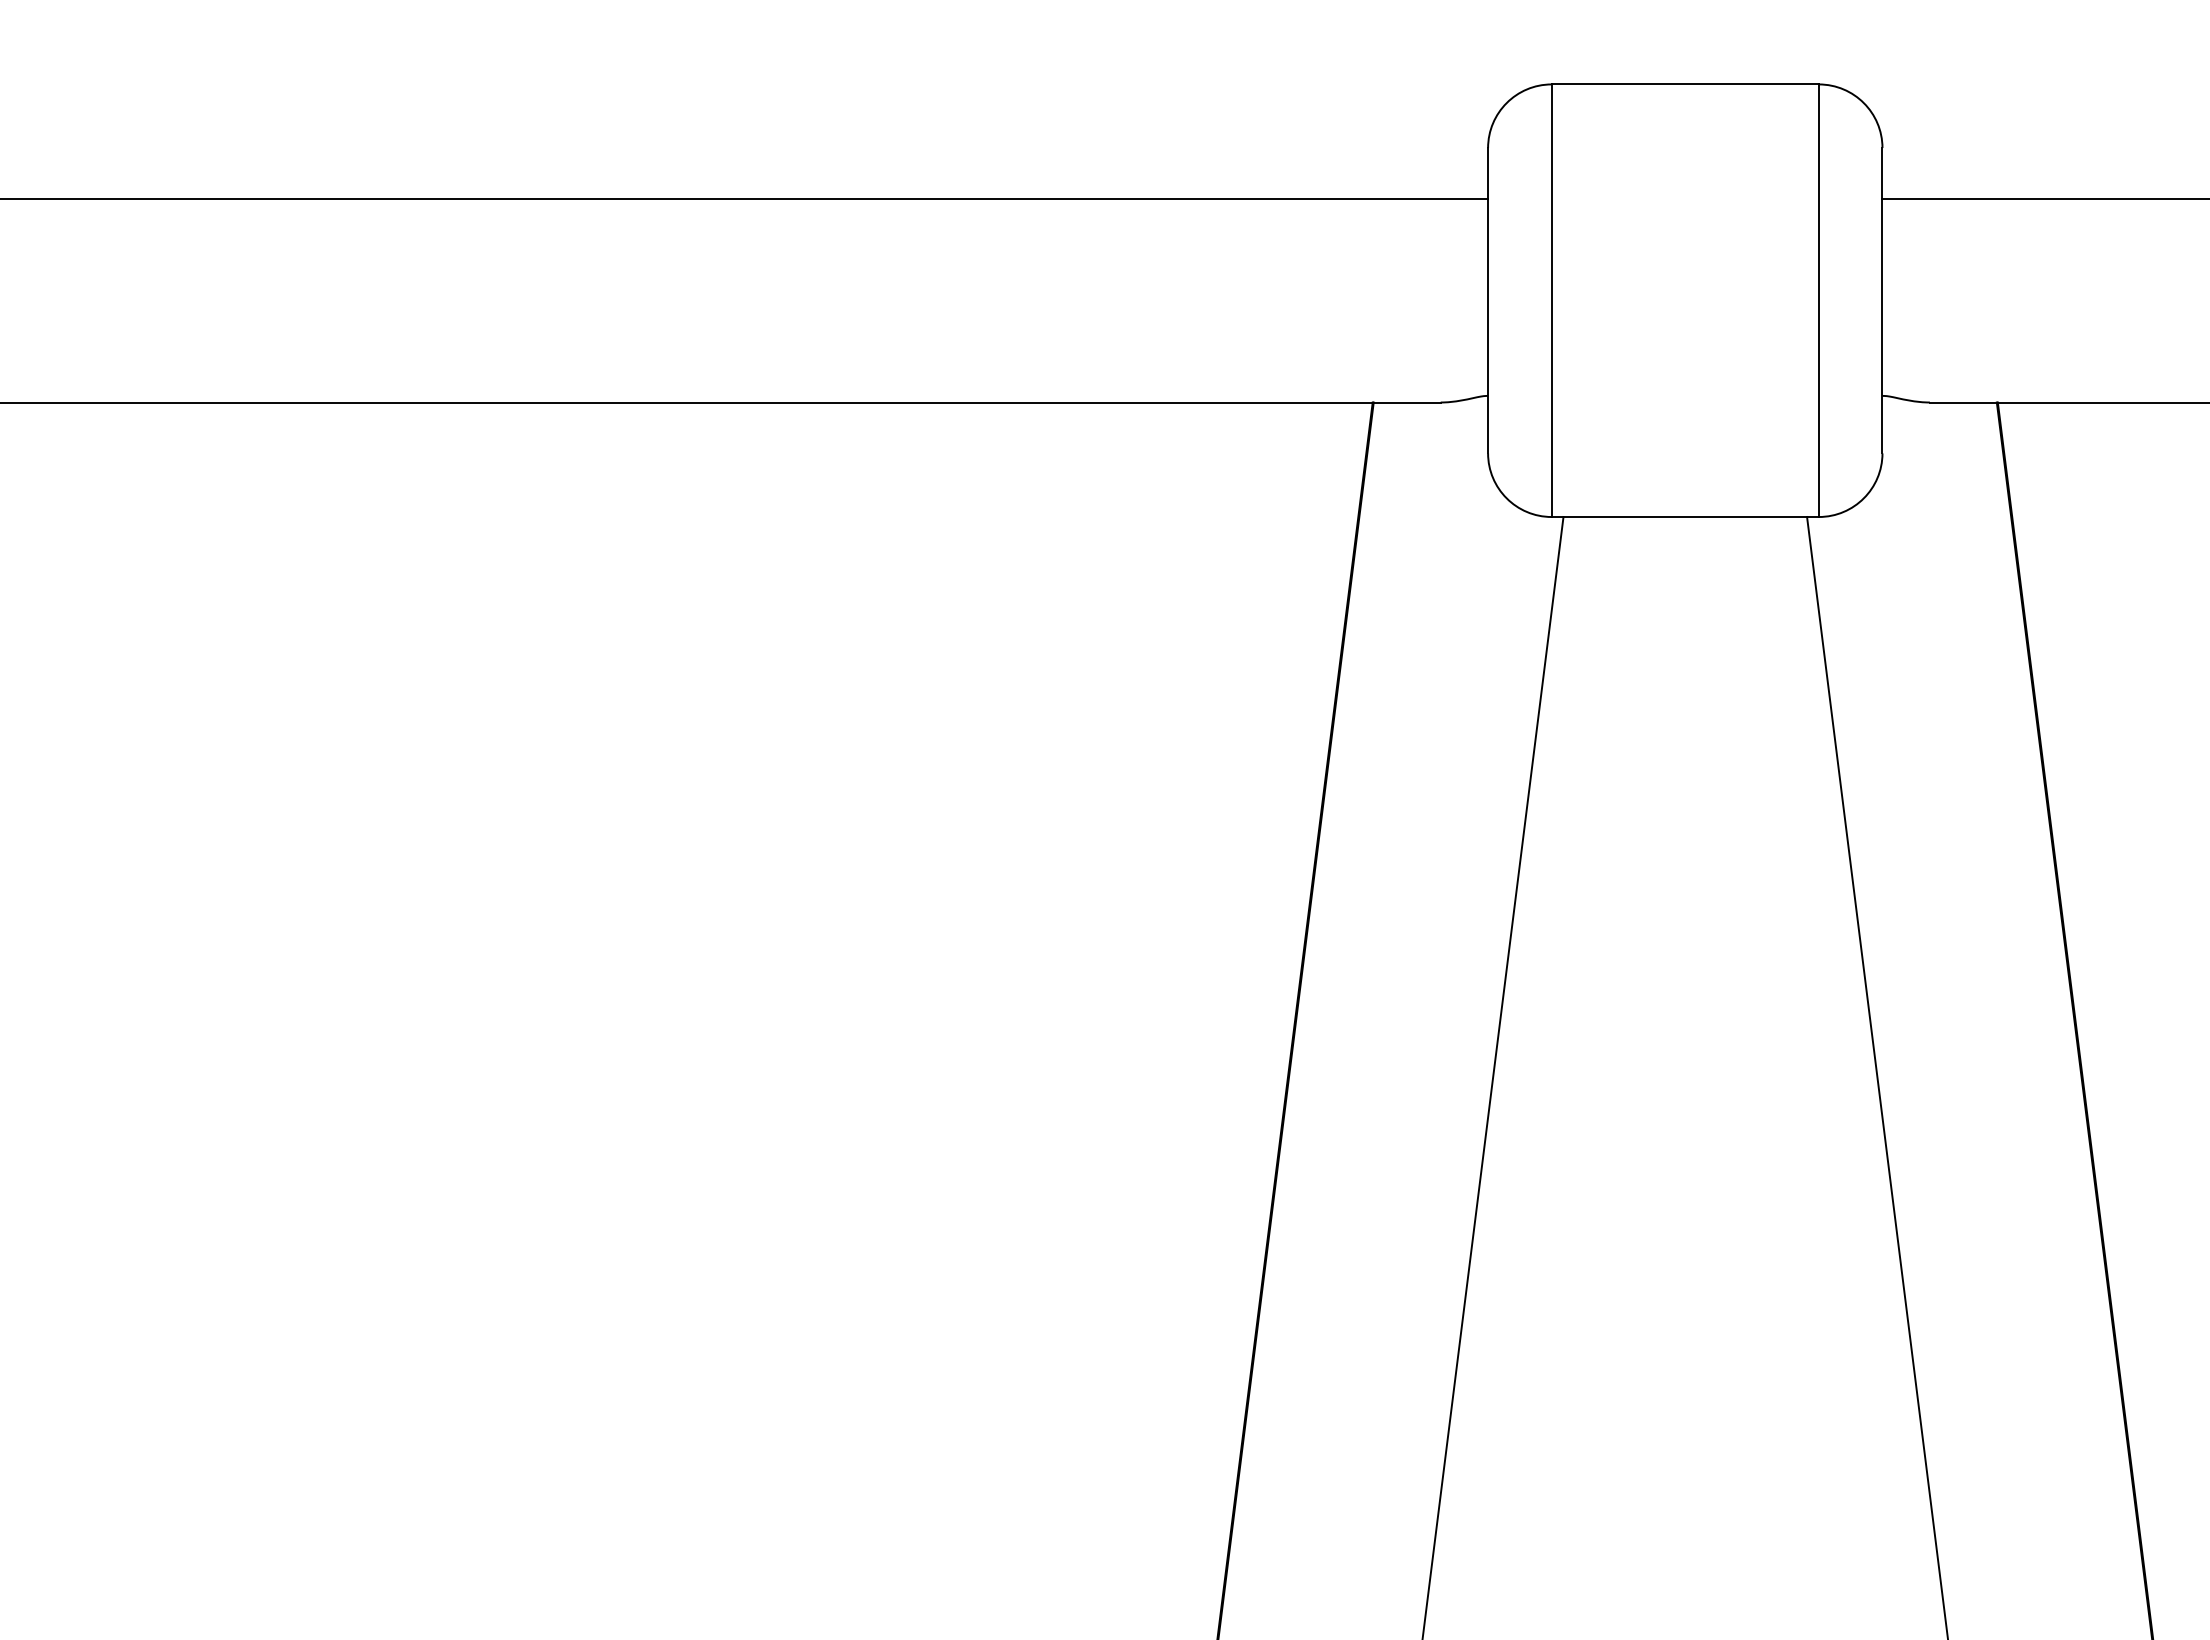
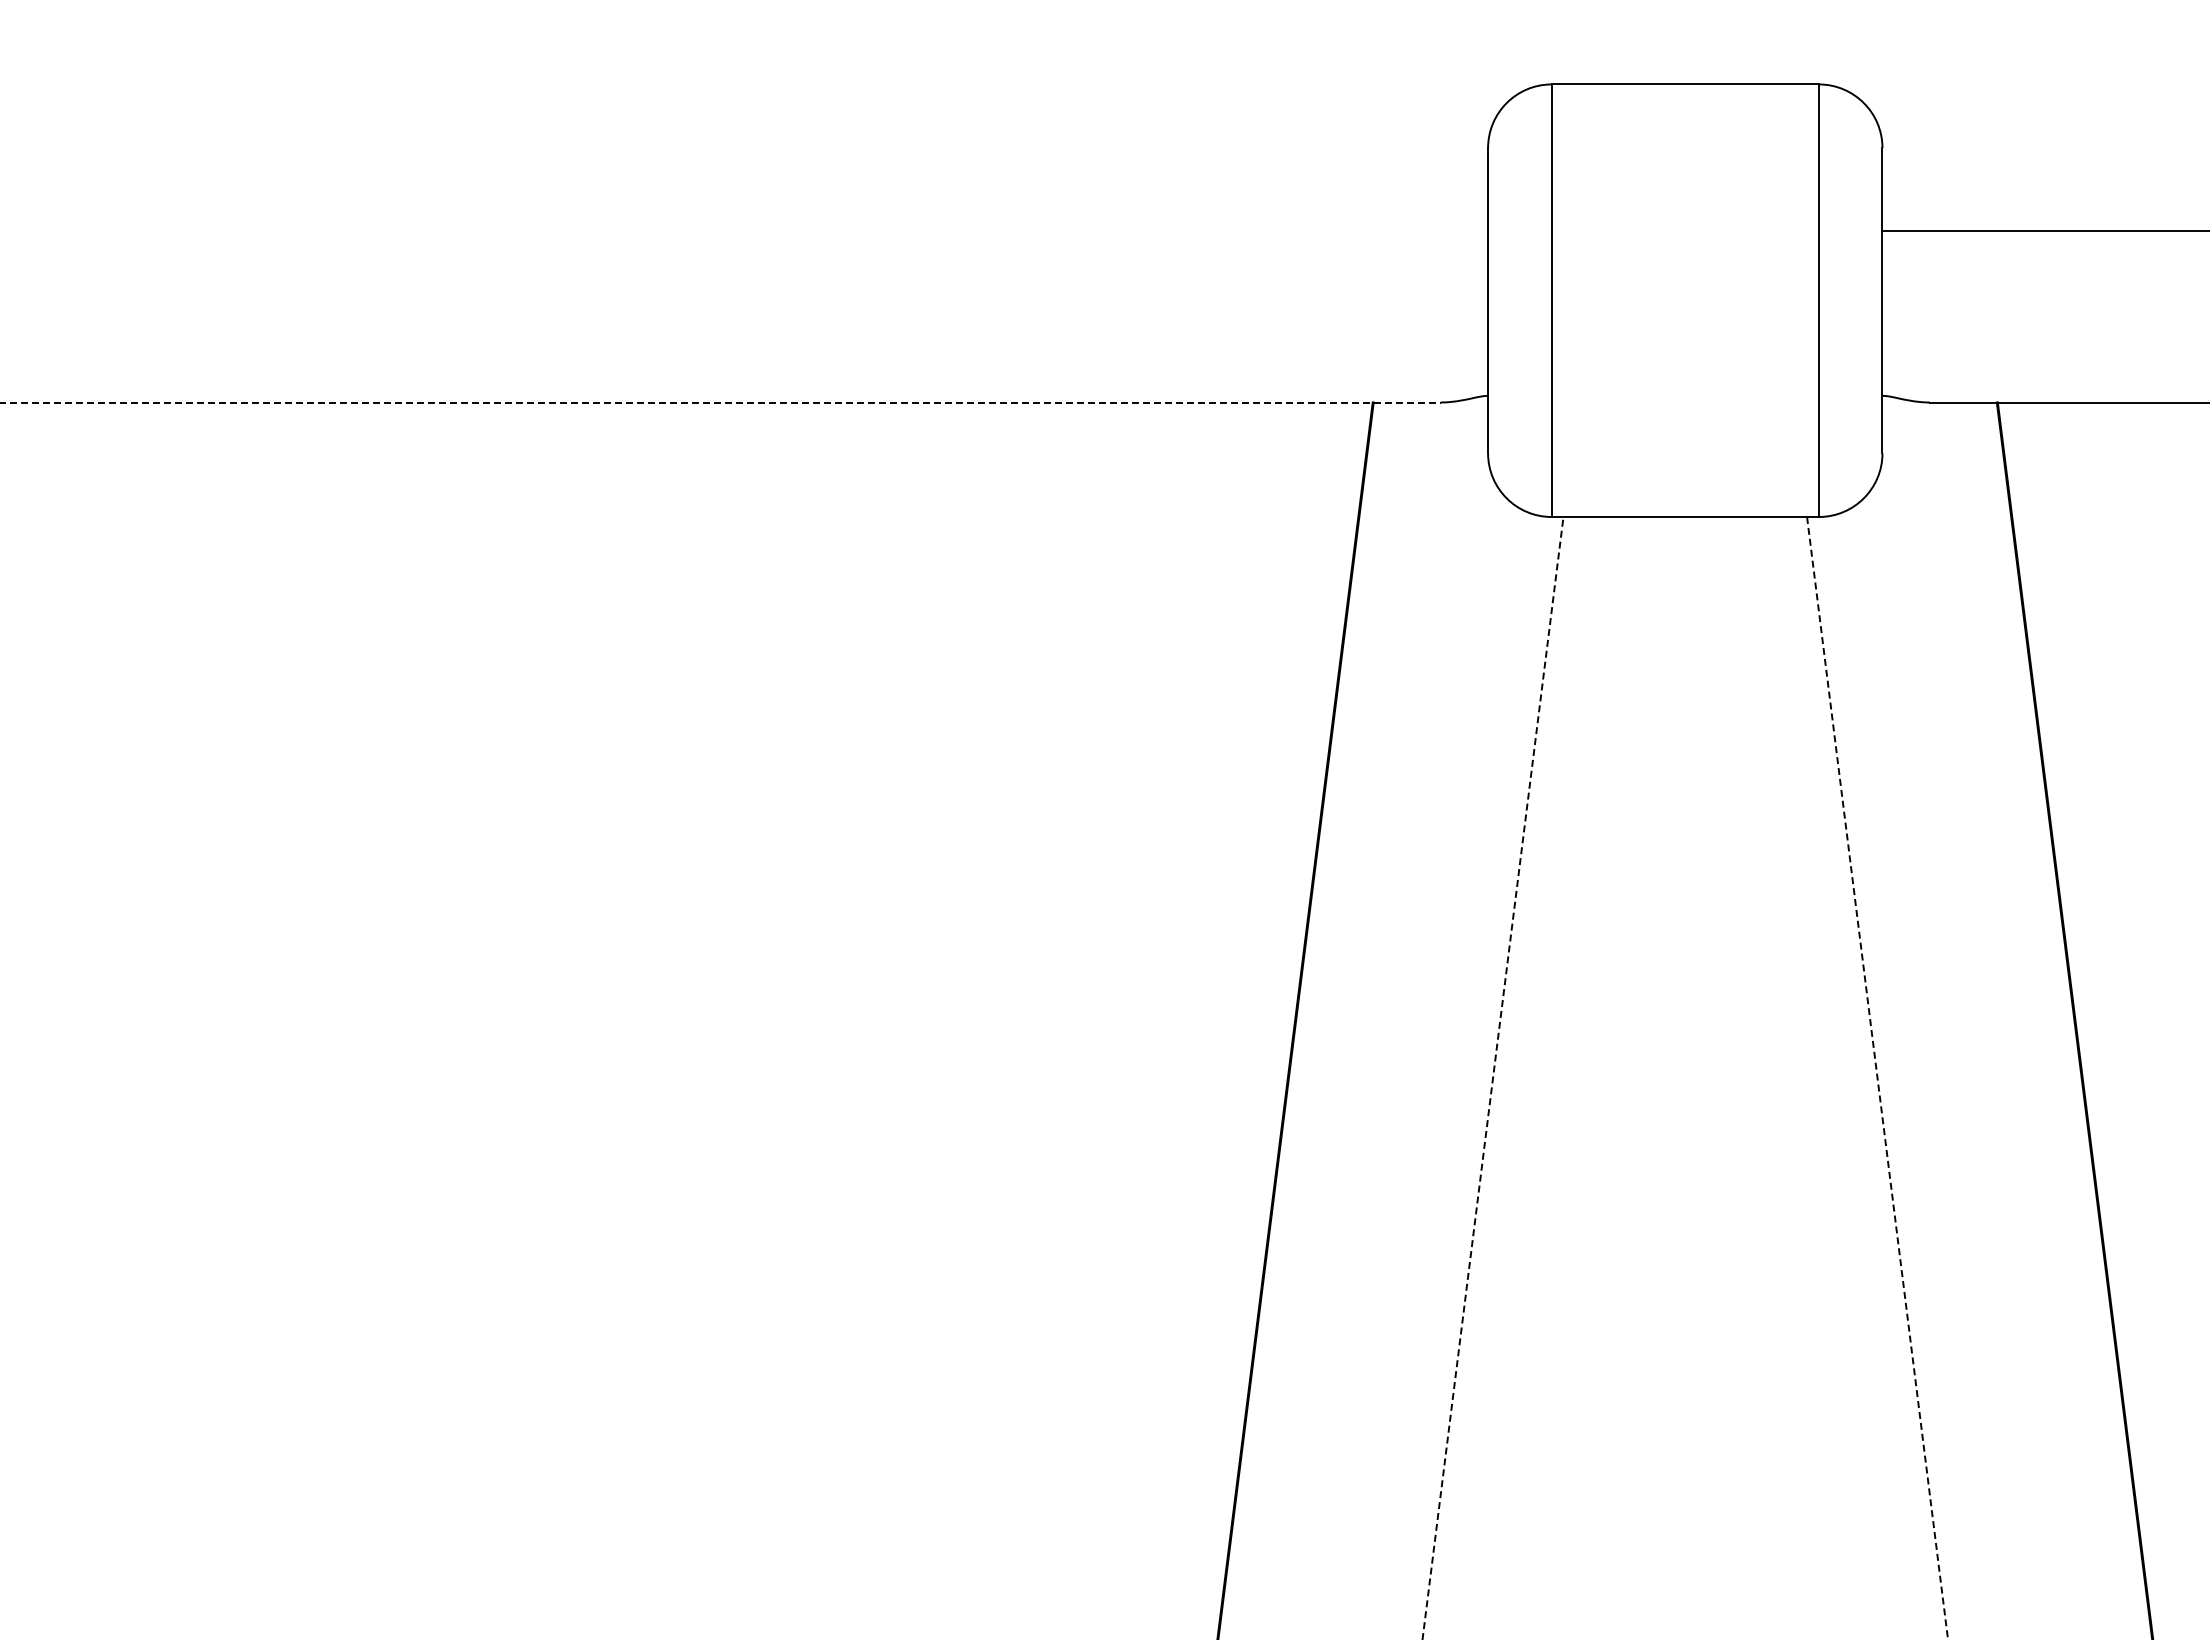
line at (745, 198): present -> none
line at (2044, 198) position: (2044, 198) -> (2044, 230)
line at (720, 402): solid -> dashed
line at (1493, 1077): solid -> dashed
line at (1877, 1078): solid -> dashed
